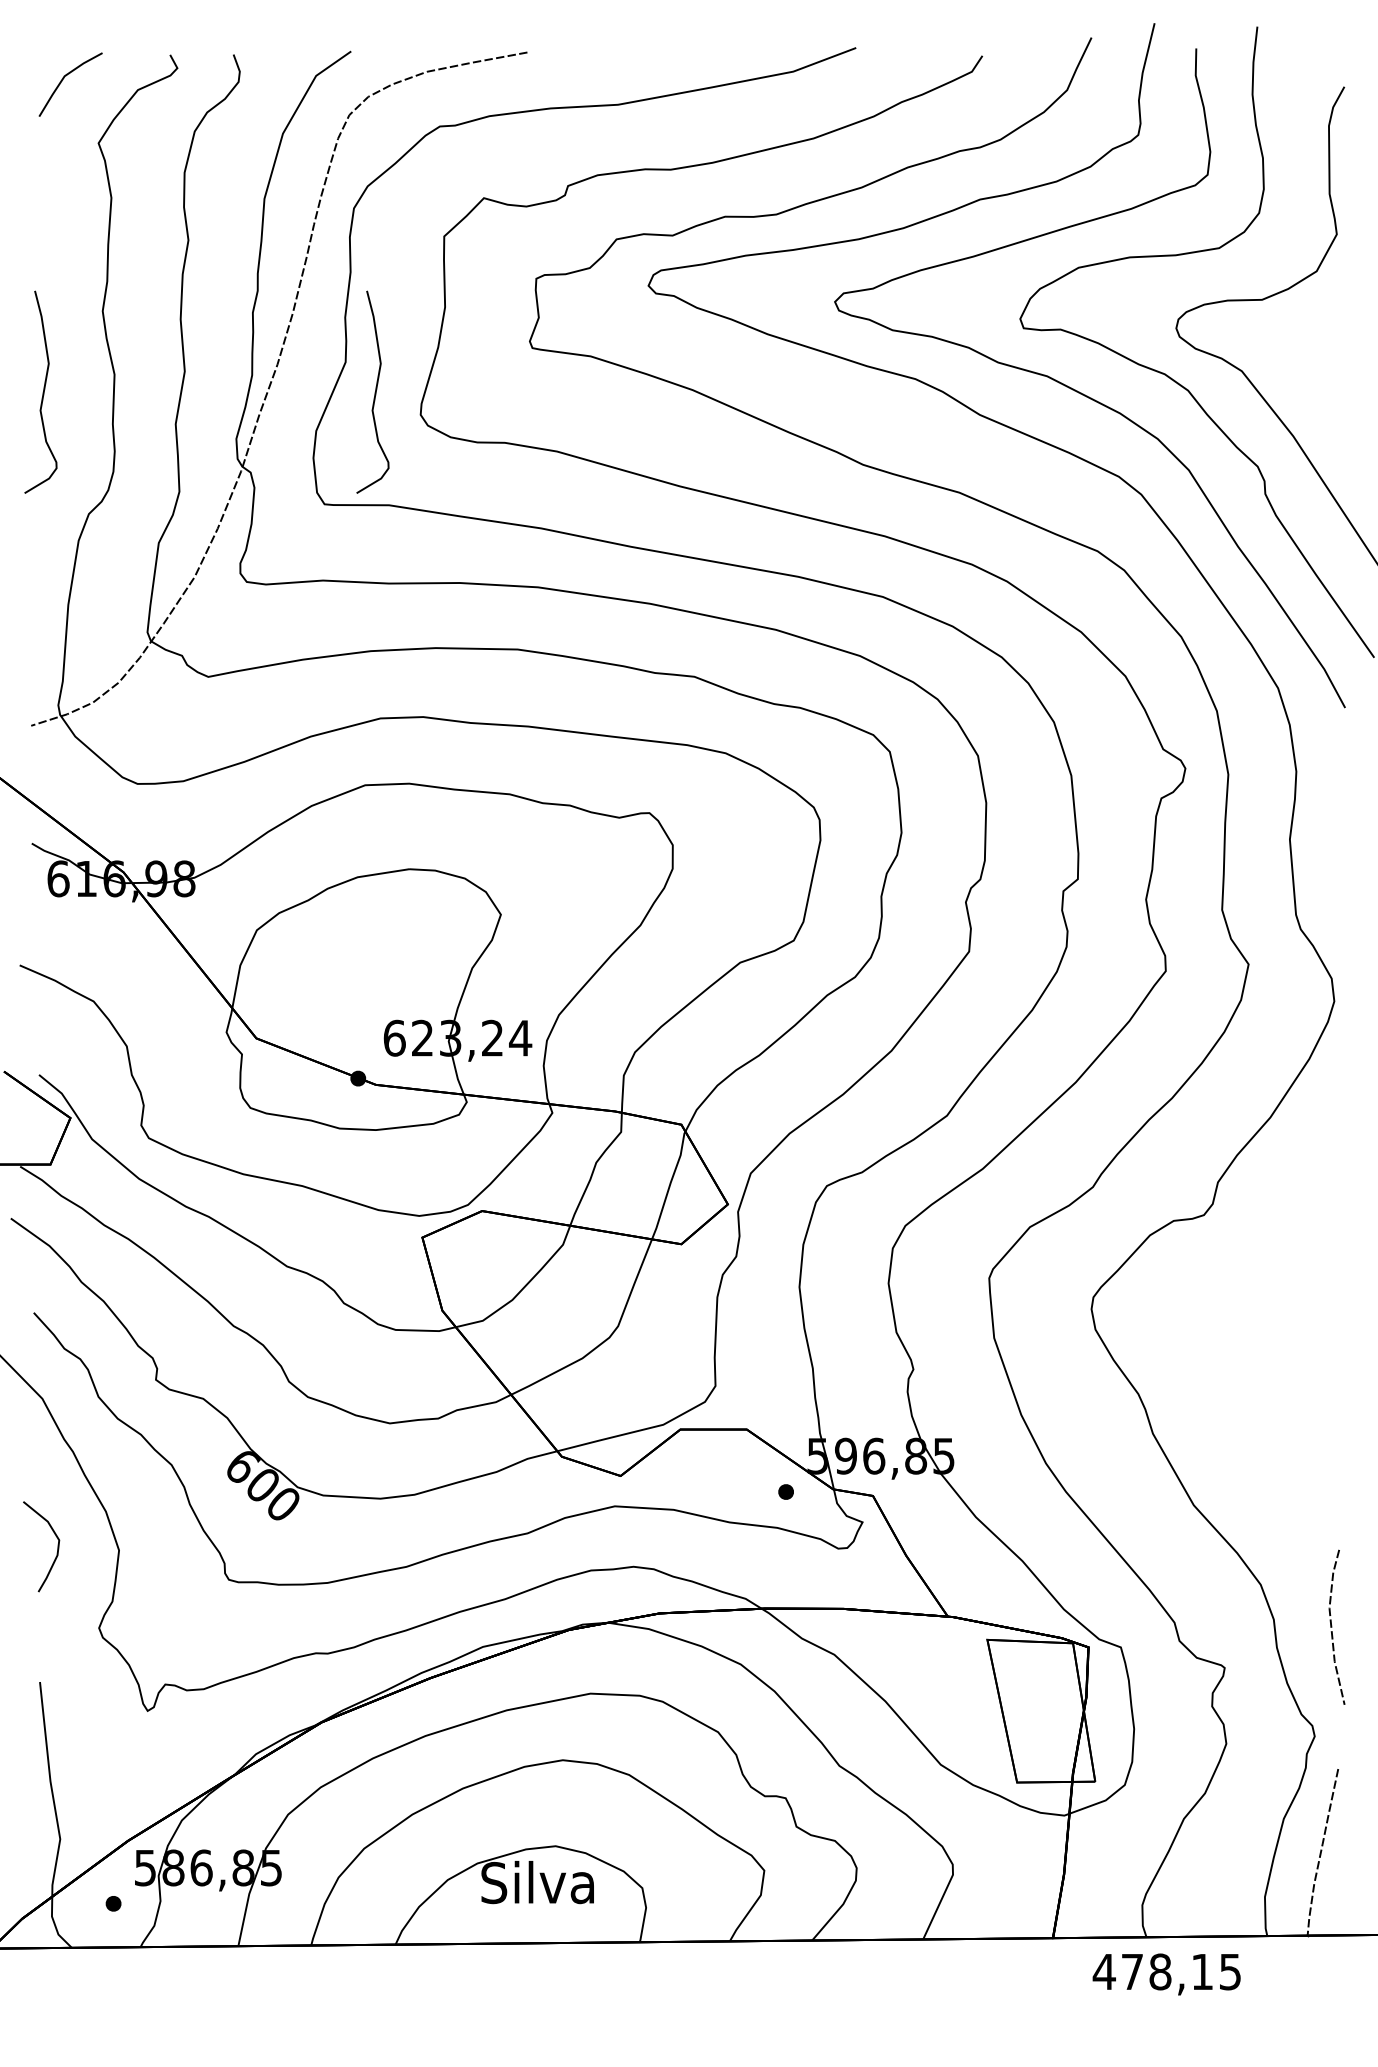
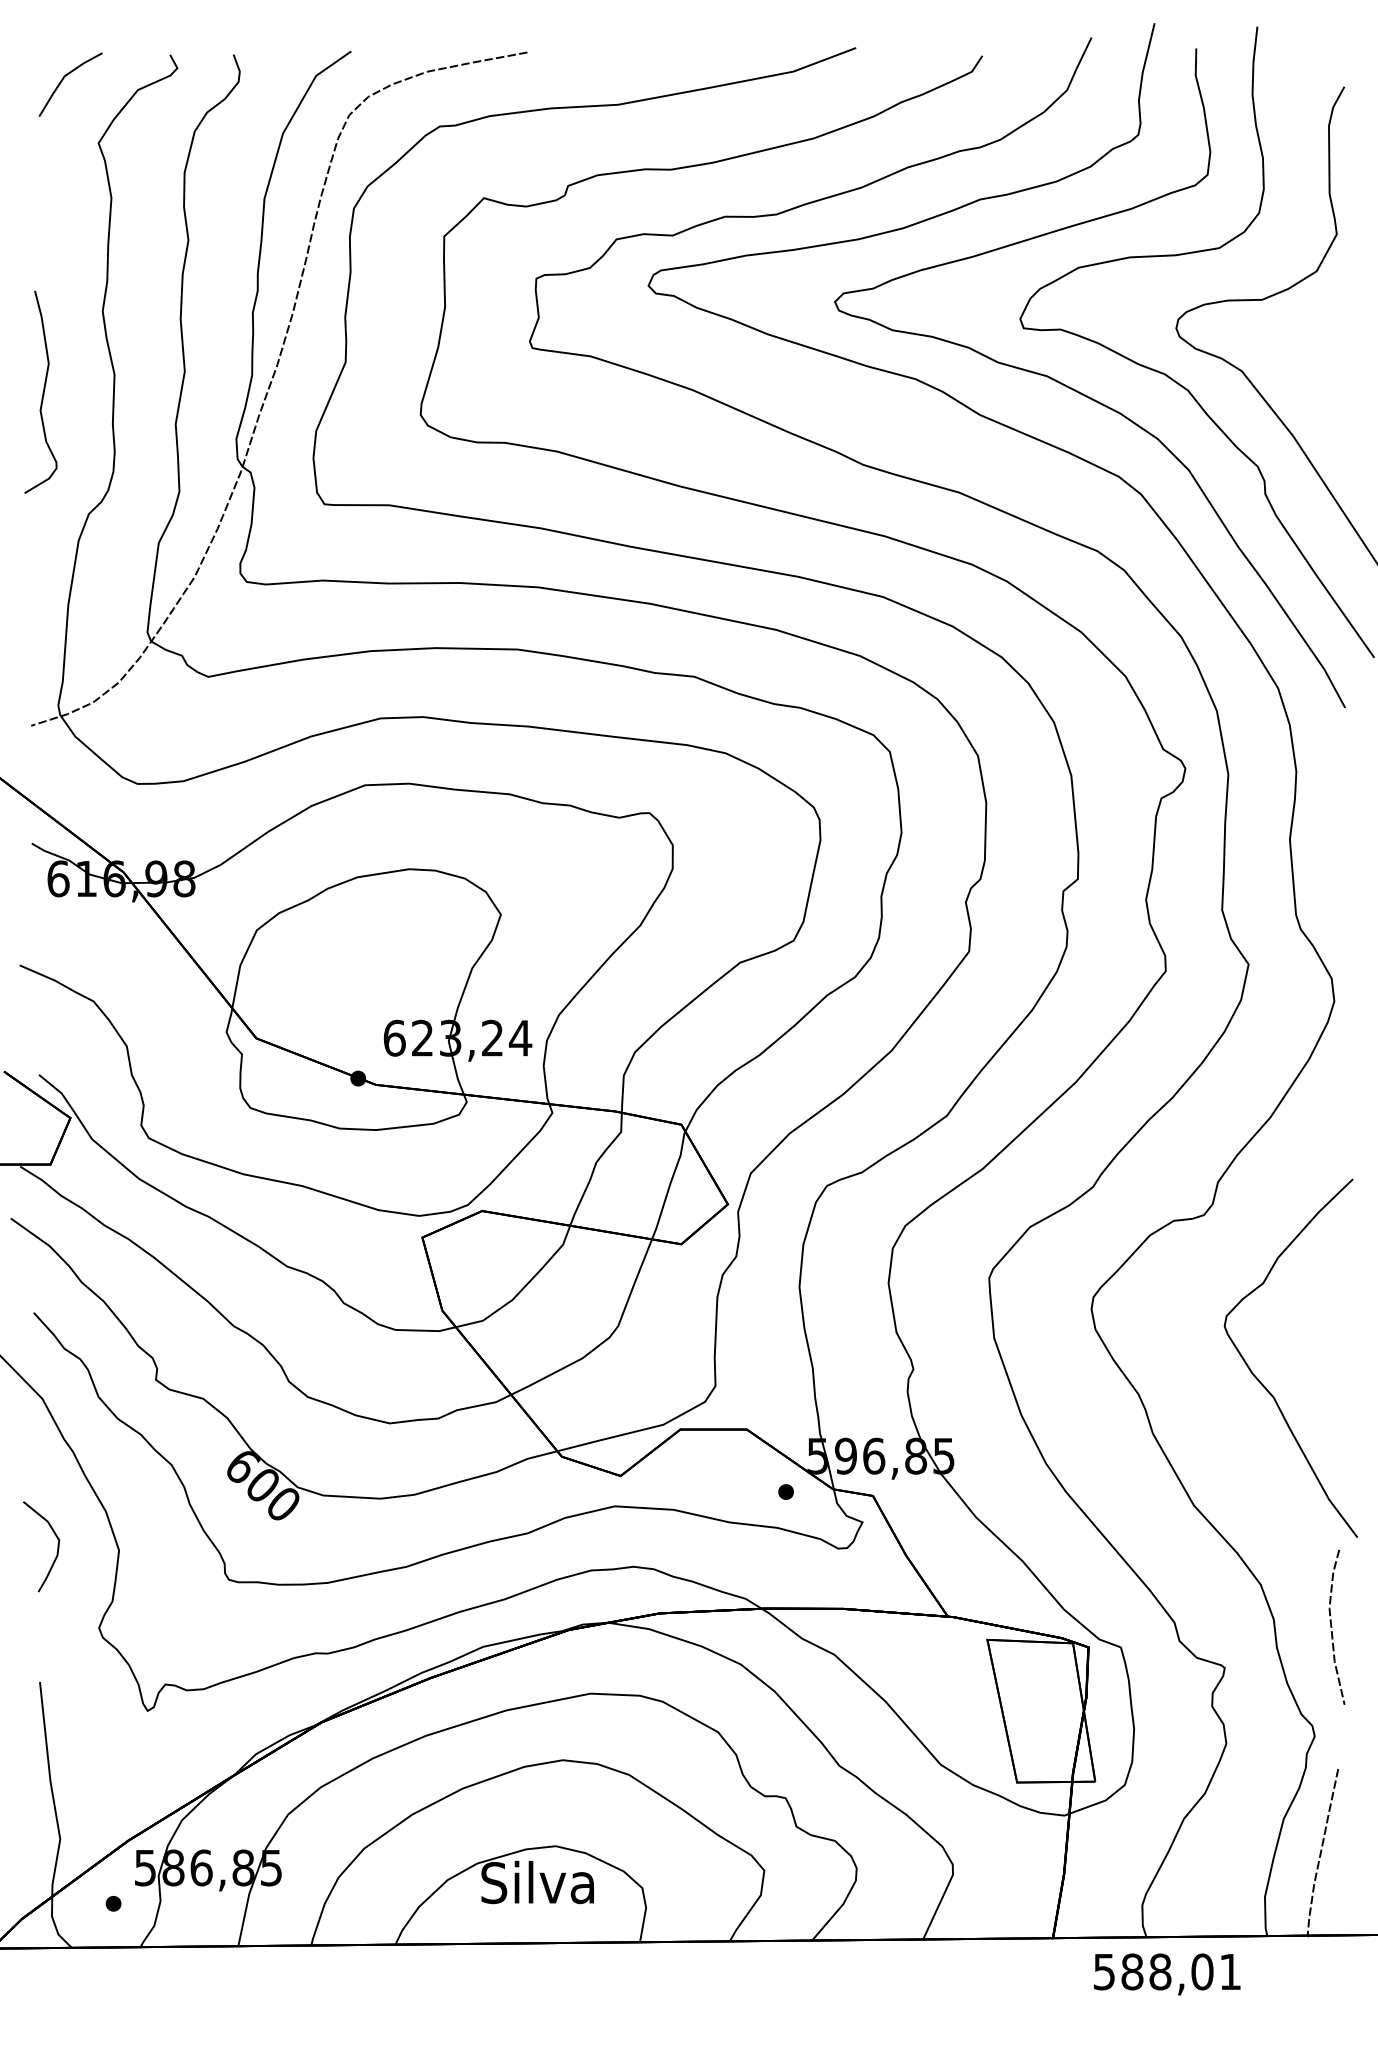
curve at (374, 392): present -> none
curve at (1263, 1384): none -> present
text at (1166, 1971): 478,15 -> 588,01
